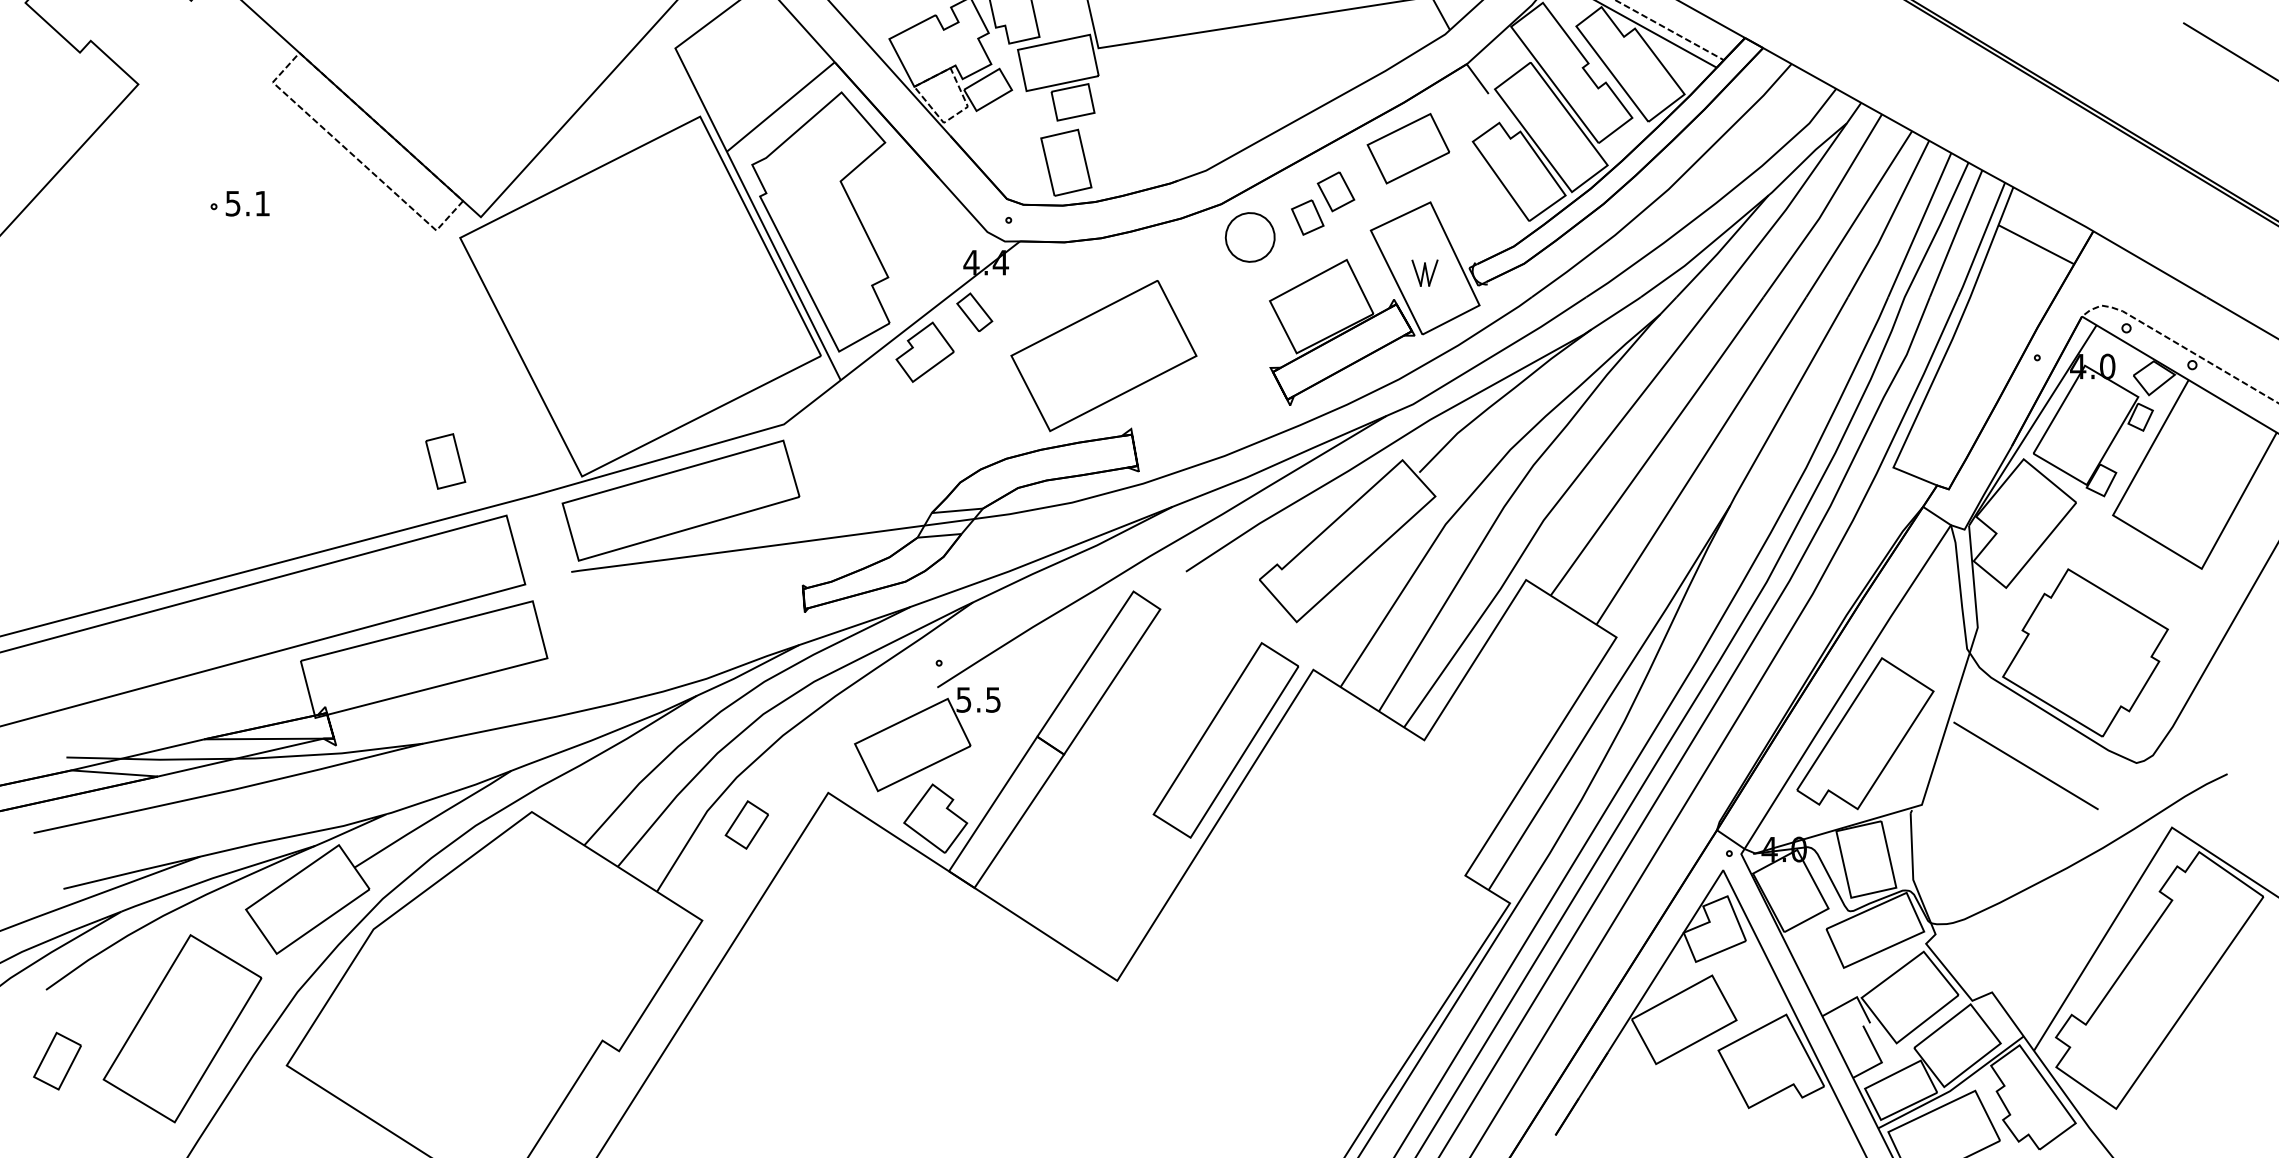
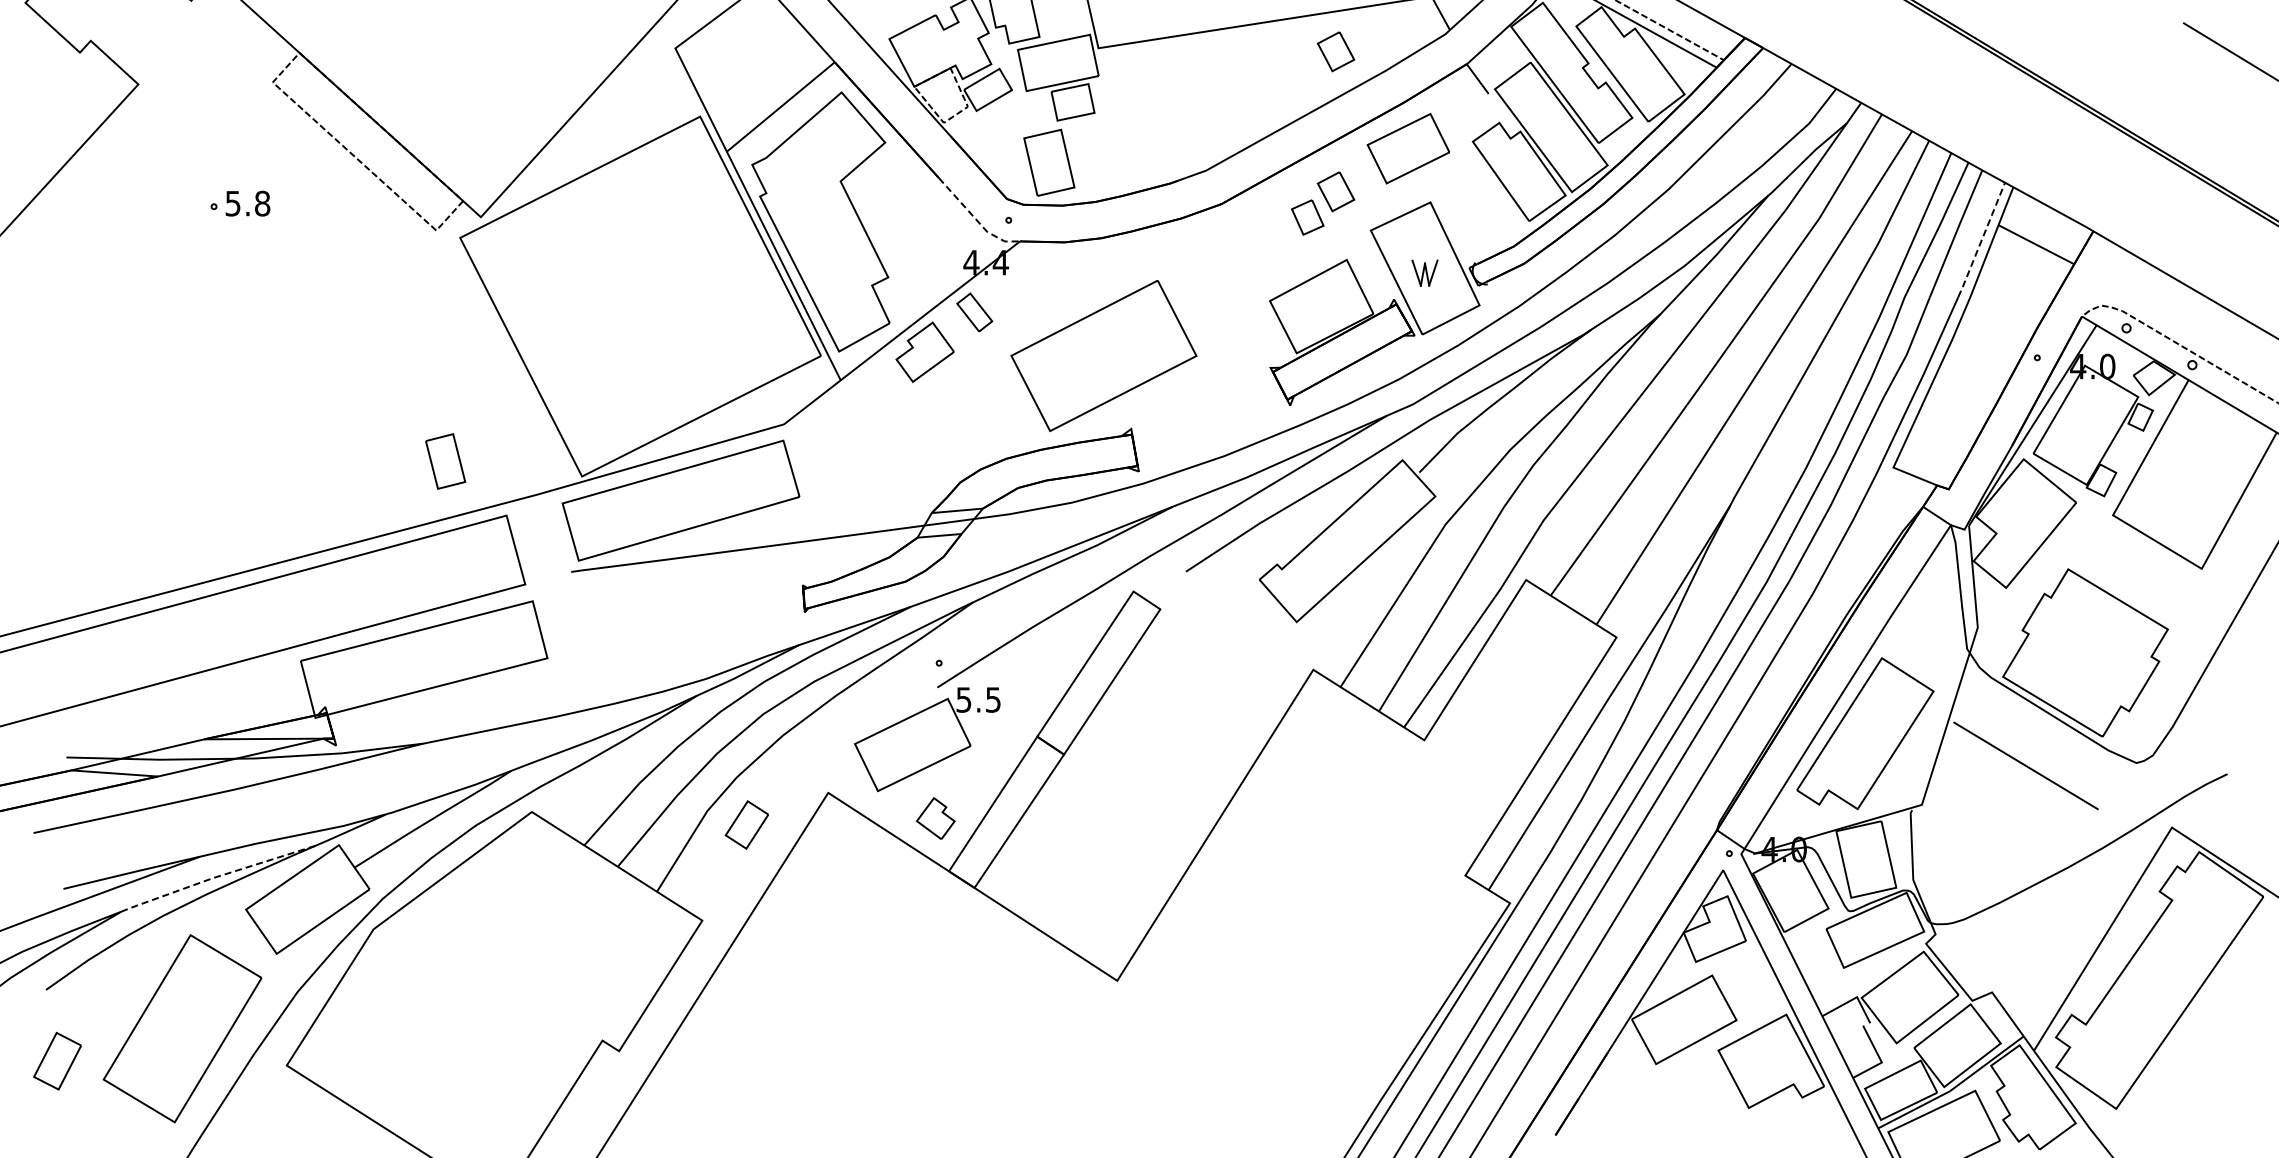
part at (1335, 51): none -> present
part at (1066, 162) position: (1066, 162) -> (1049, 162)
text at (262, 203): 5.1 -> 5.8
line at (976, 219): solid -> dashed
part at (1249, 237): present -> none
line at (1981, 240): solid -> dashed
part at (1225, 740): present -> none
part at (935, 818) size: 66x71 px -> 41x43 px
line at (216, 877): solid -> dashed
